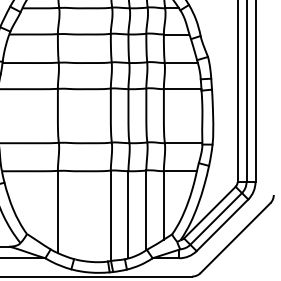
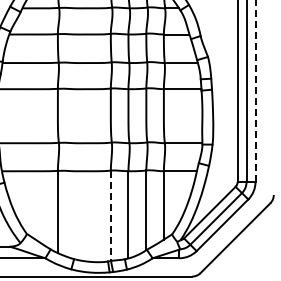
line at (255, 91): solid -> dashed
line at (110, 216): solid -> dashed
